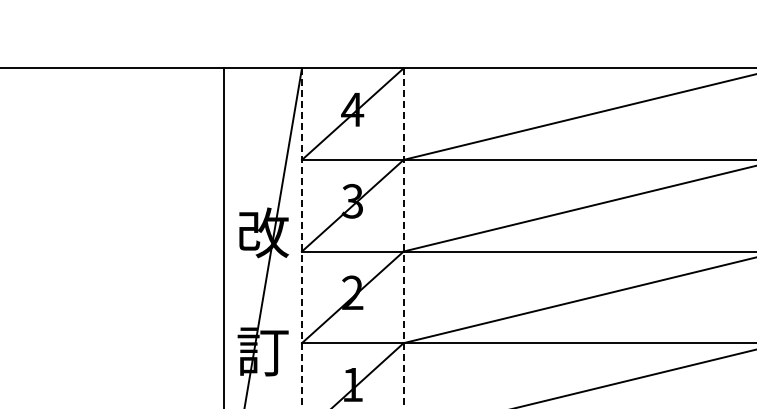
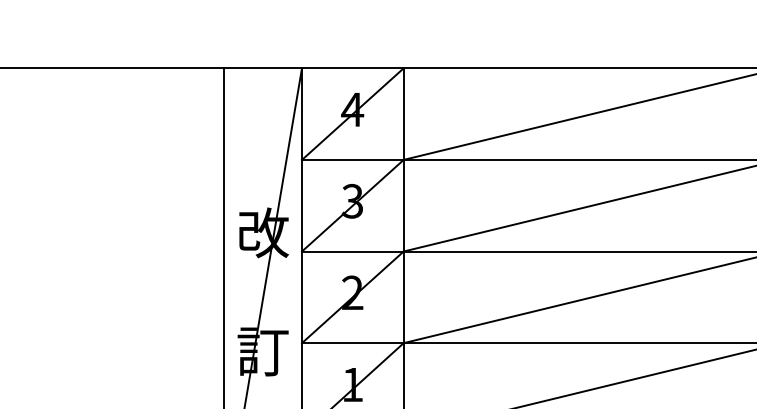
line at (301, 239): dashed -> solid
line at (403, 239): dashed -> solid
